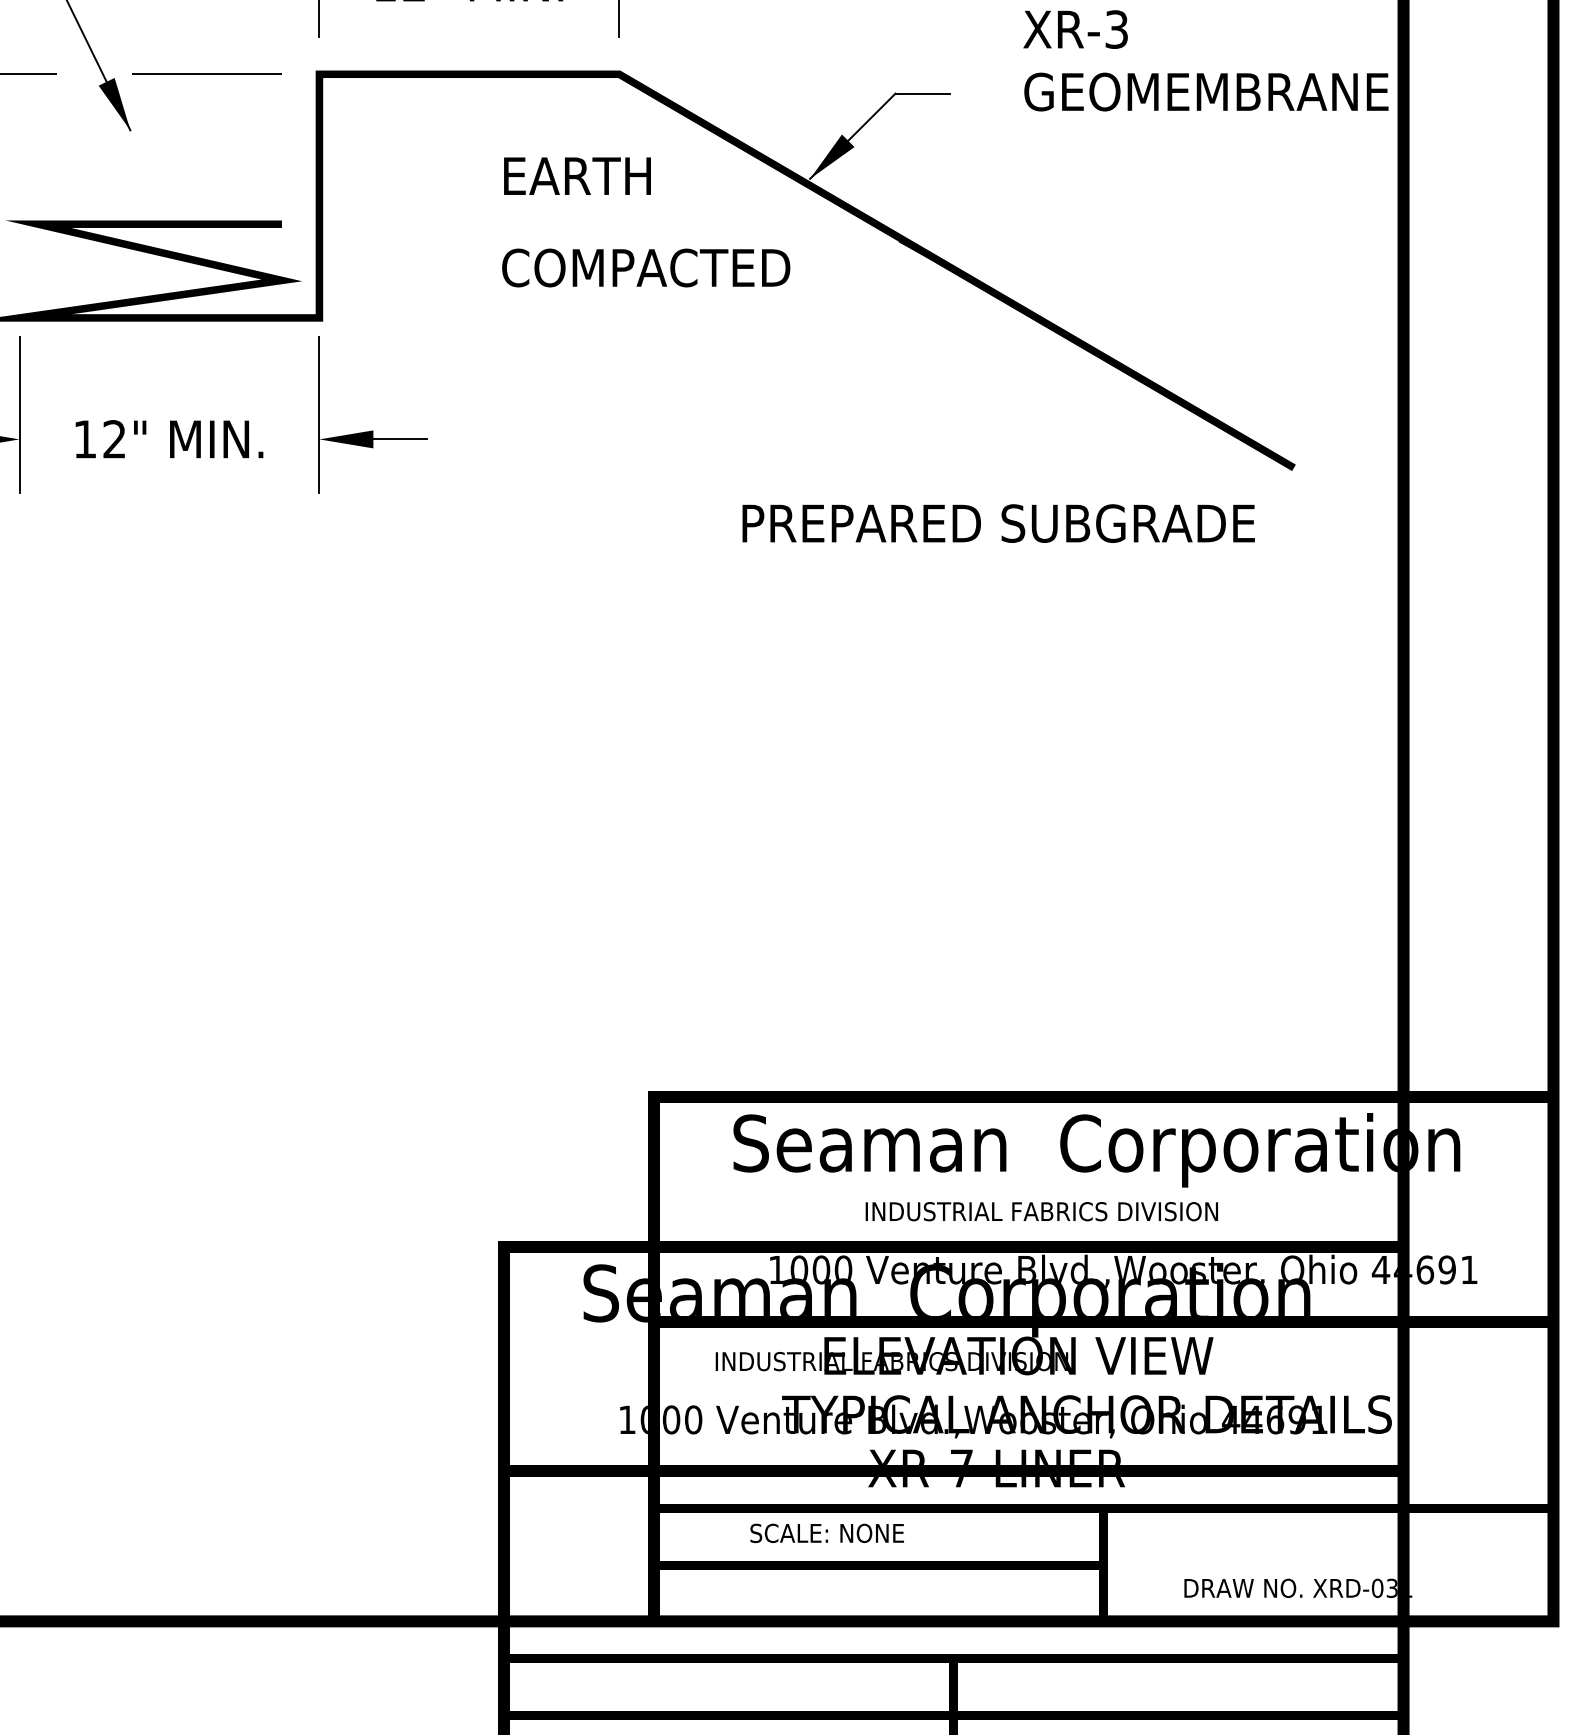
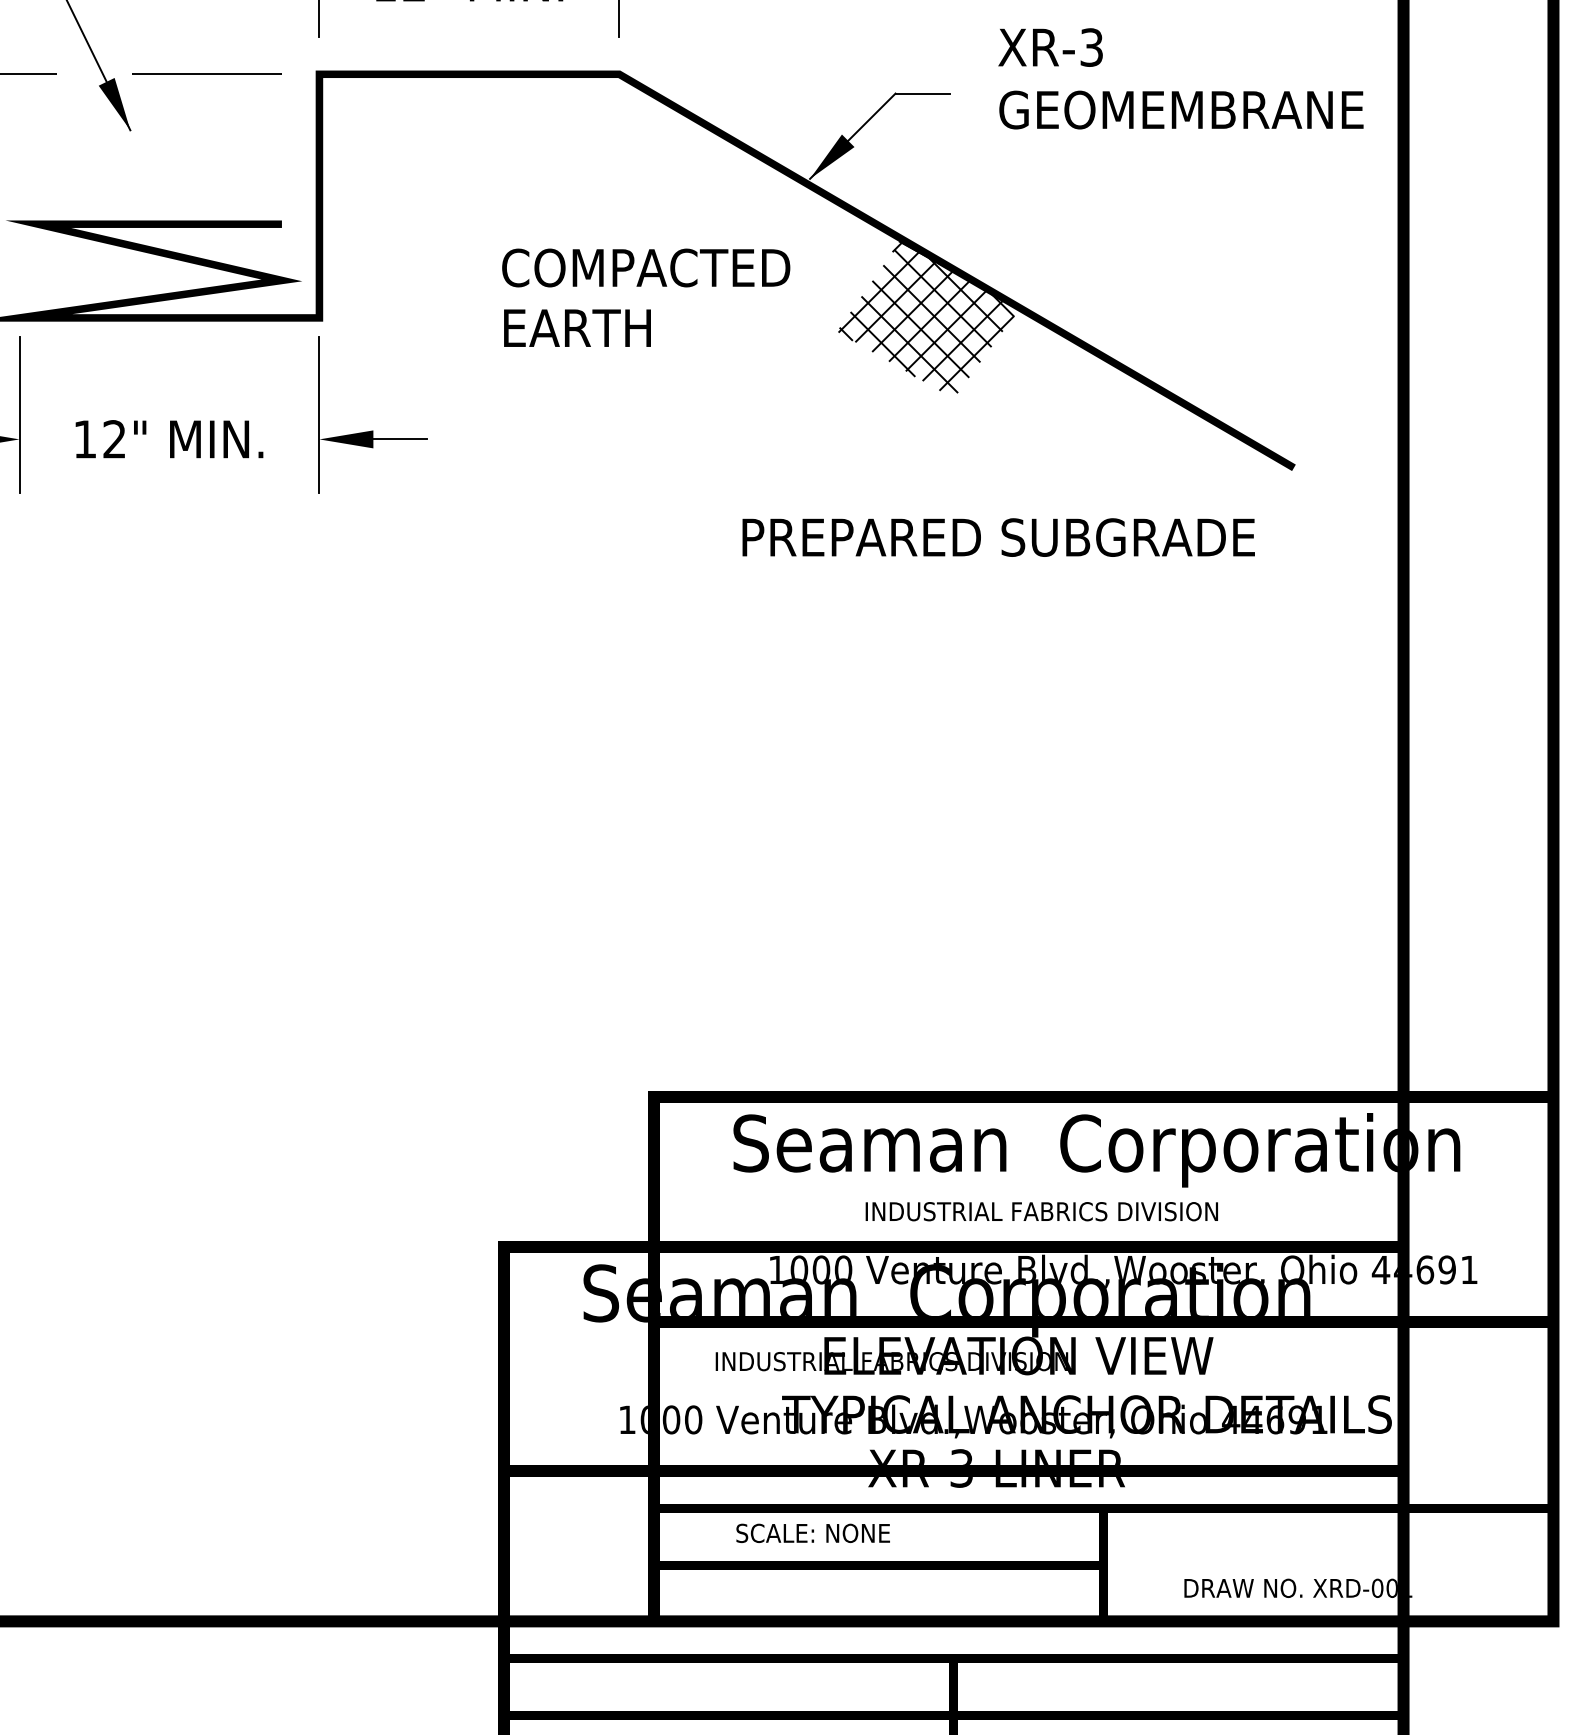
text at (1205, 60) position: (1205, 60) -> (1180, 78)
text at (577, 175) position: (577, 175) -> (577, 327)
hatch at (926, 317): none -> present
text at (998, 523) position: (998, 523) -> (998, 537)
text at (961, 1468): XR-7 -> XR-3
text at (826, 1532) position: (826, 1532) -> (812, 1532)
text at (1391, 1587): XRD-031 -> XRD-001
